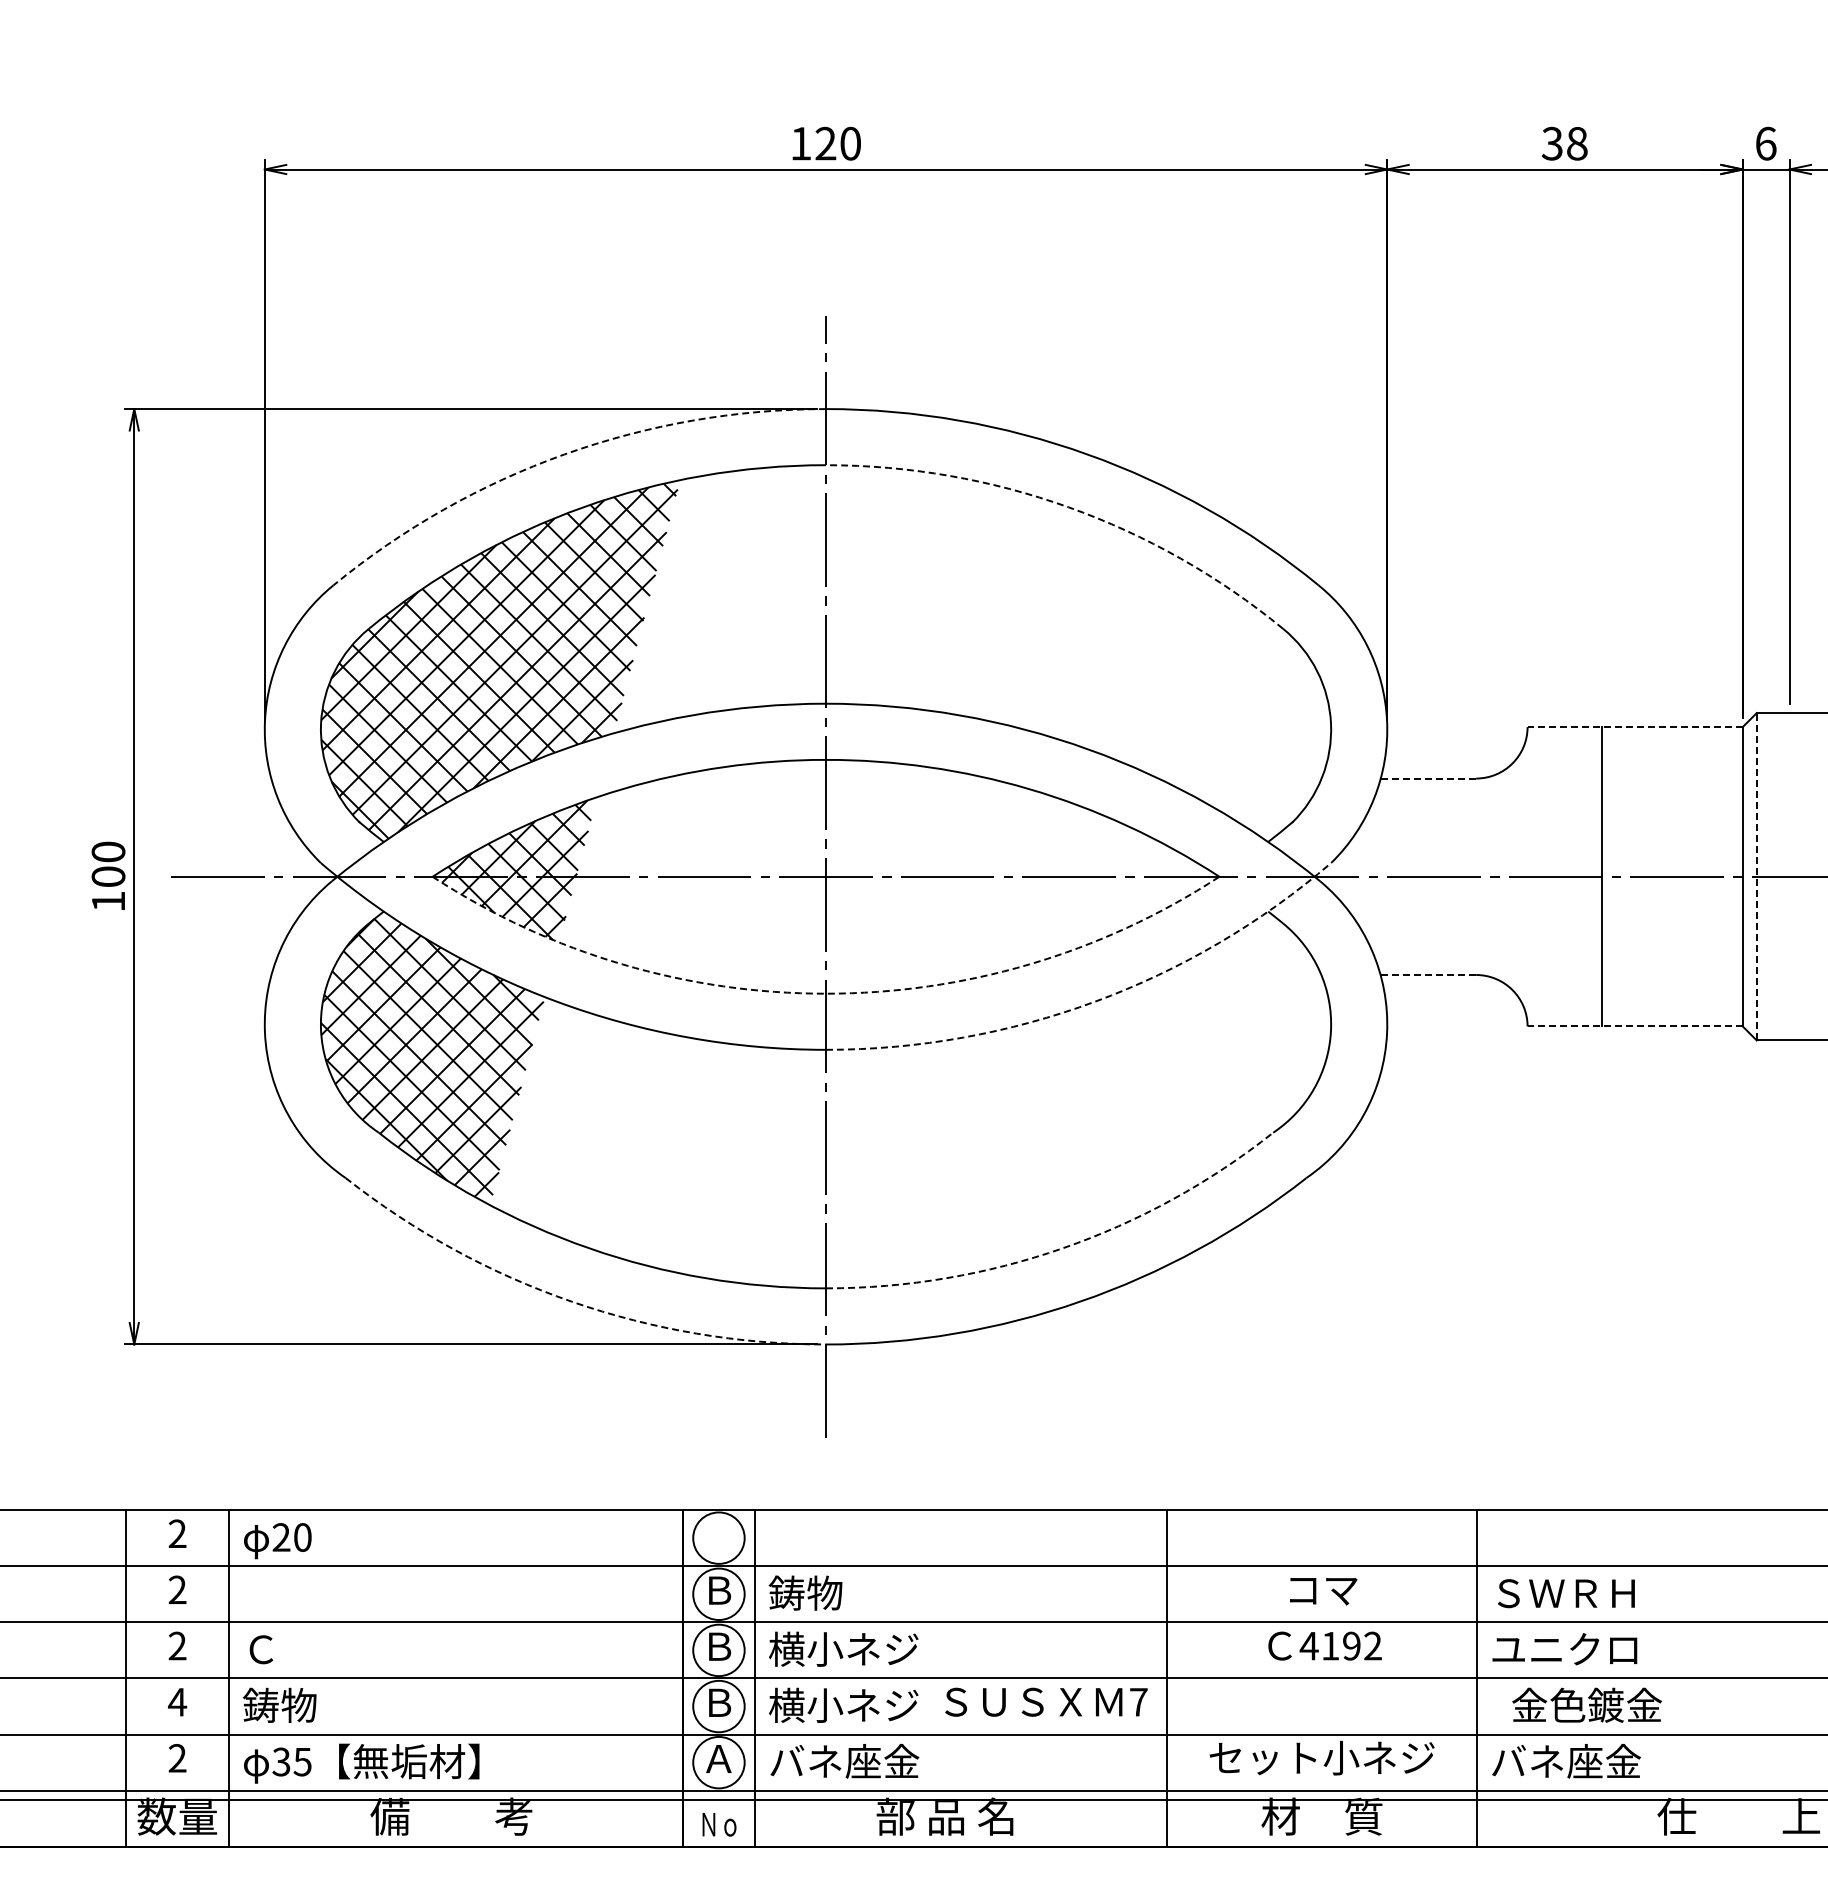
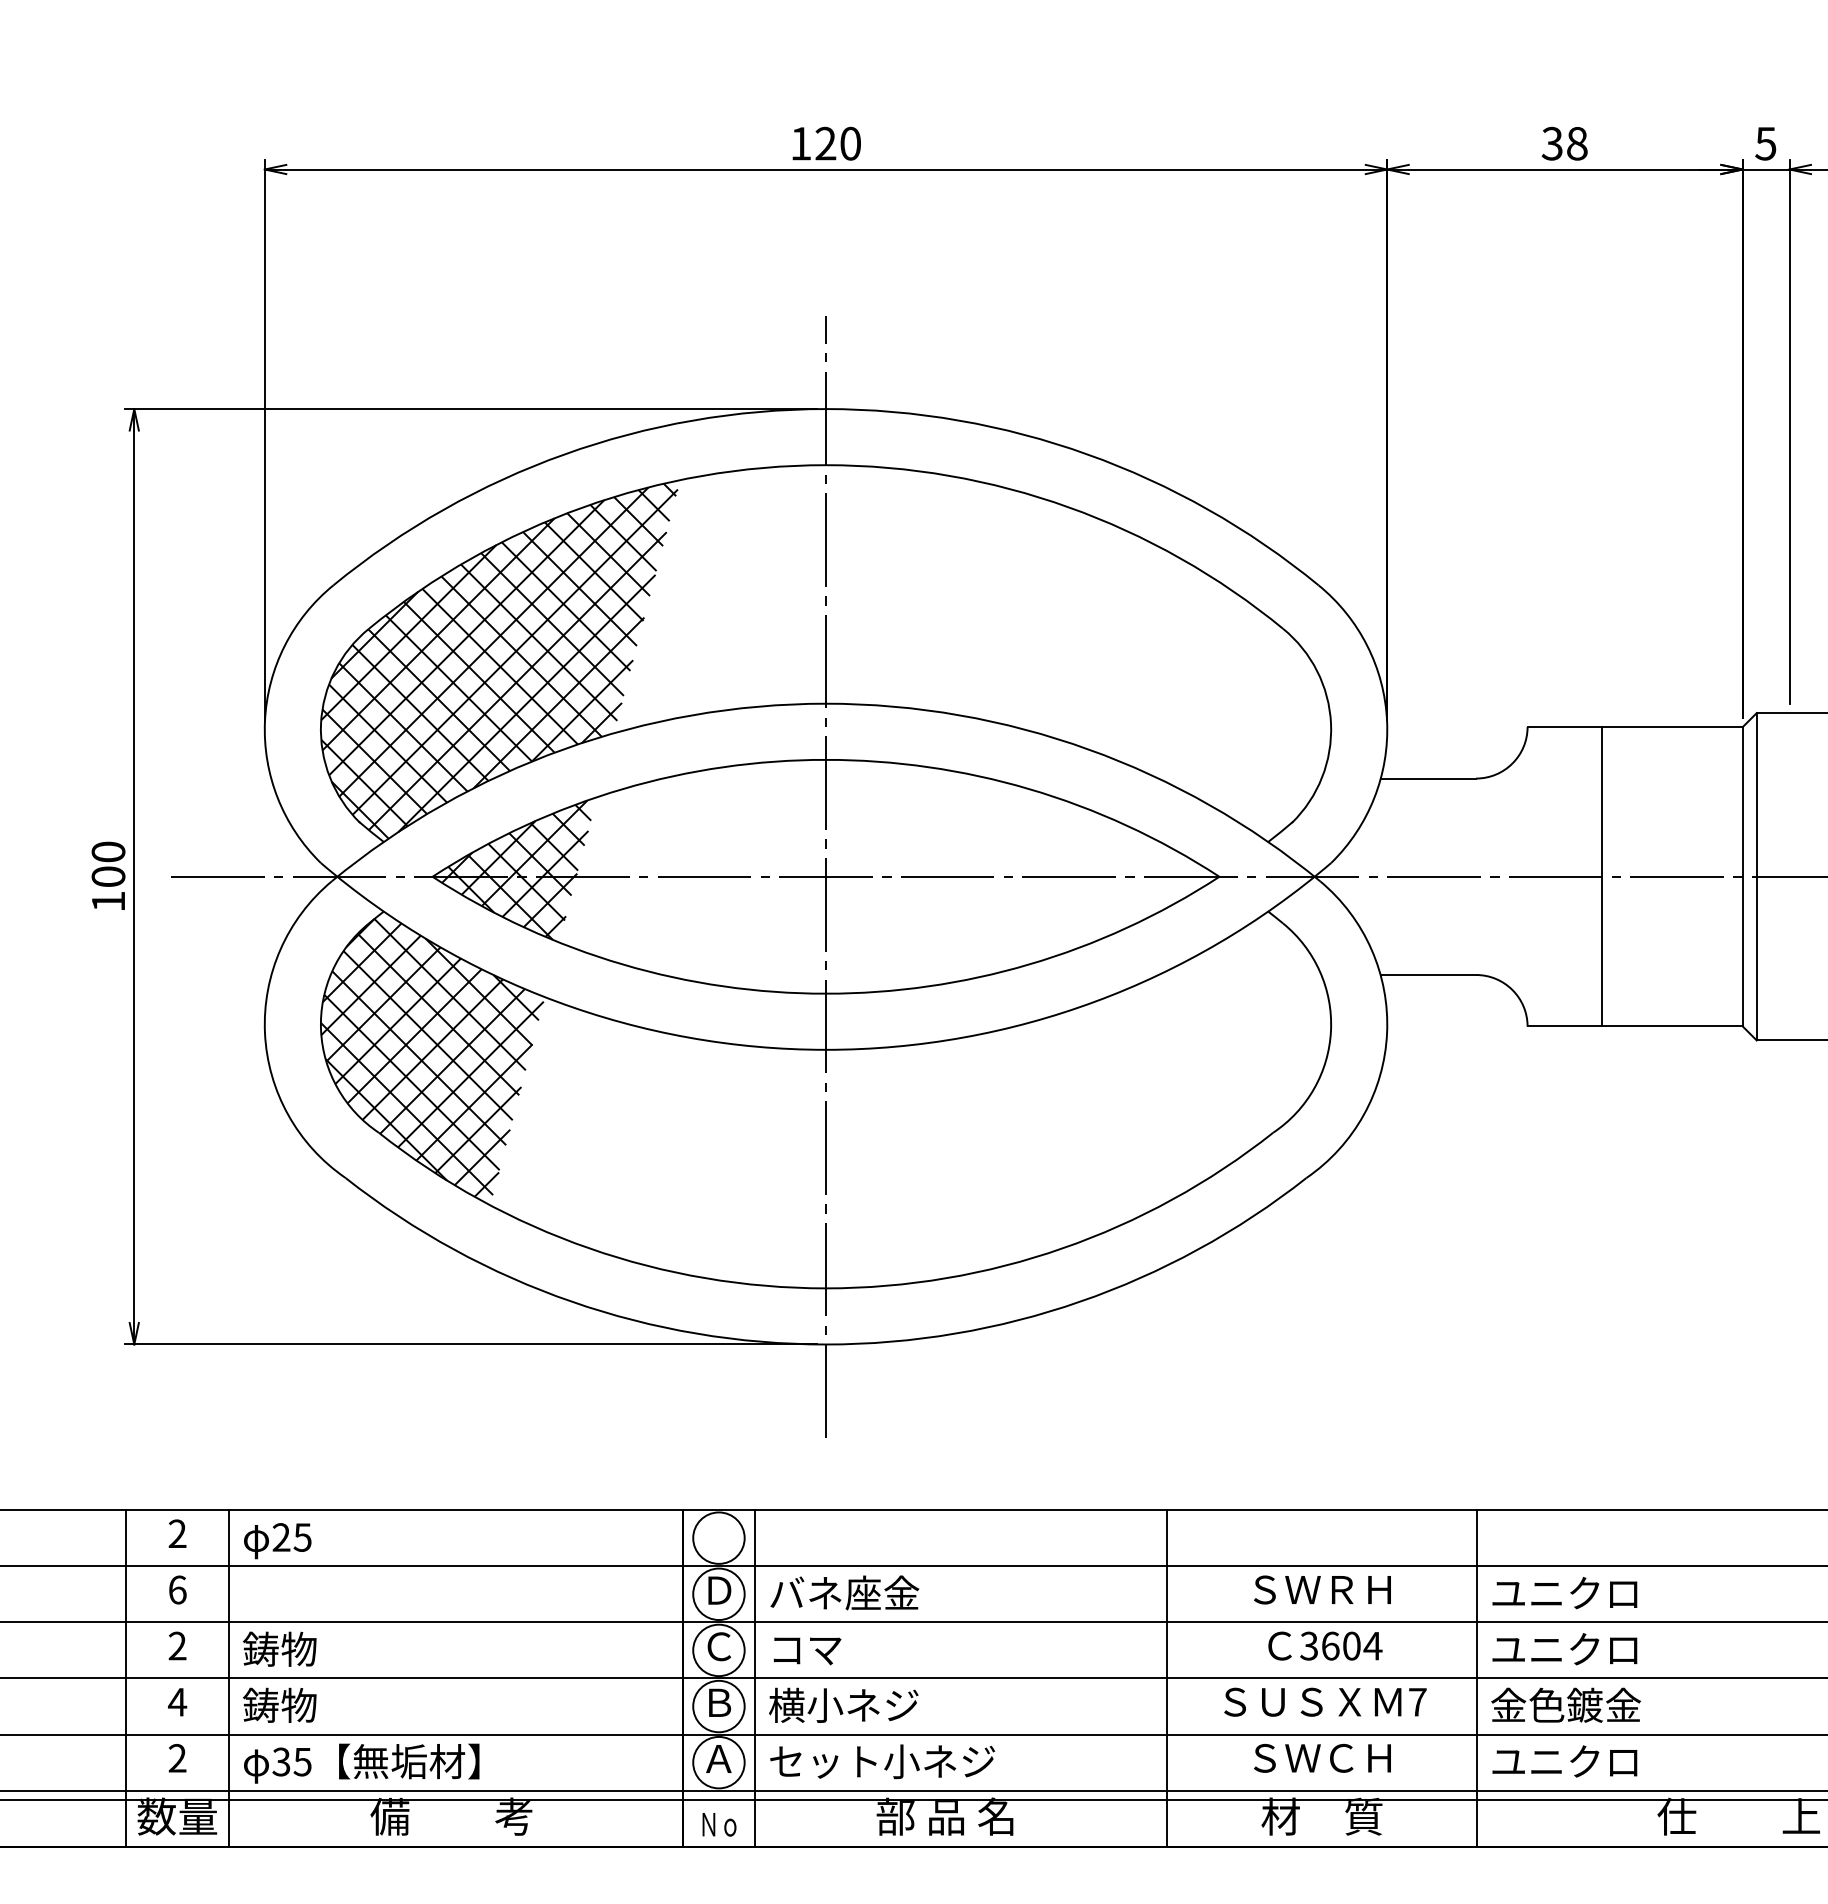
text at (1765, 143): 6 -> 5
arc at (564, 454): dashed -> solid
arc at (1068, 507): dashed -> solid
line at (1635, 727): dashed -> solid
line at (1428, 778): dashed -> solid
line at (1756, 876): dashed -> solid
line at (1428, 975): dashed -> solid
arc at (826, 993): dashed -> solid
arc at (1095, 1001): dashed -> solid
line at (1635, 1026): dashed -> solid
arc at (1062, 1248): dashed -> solid
arc at (571, 1301): dashed -> solid
text at (302, 1537): 20 -> 25
text at (177, 1589): 2 -> 6
text at (719, 1590): Ｂ -> Ｄ
text at (1322, 1590): コマ -> ＳＷＲＨ
text at (843, 1592): 鋳物 -> バネ座金
text at (1564, 1593): ＳＷＲＨ -> ユニクロ
text at (1340, 1645): 4192 -> 3604
text at (719, 1646): Ｂ -> Ｃ
text at (279, 1648): Ｃ -> 鋳物
text at (843, 1648): 横小ネジ -> コマ
text at (1046, 1701) position: (1046, 1701) -> (1325, 1701)
text at (1586, 1704) position: (1586, 1704) -> (1565, 1704)
text at (1321, 1757): セット小ネジ -> ＳＷＣＨ
text at (1566, 1760): バネ座金 -> ユニクロ
text at (882, 1761): バネ座金 -> セット小ネジ
